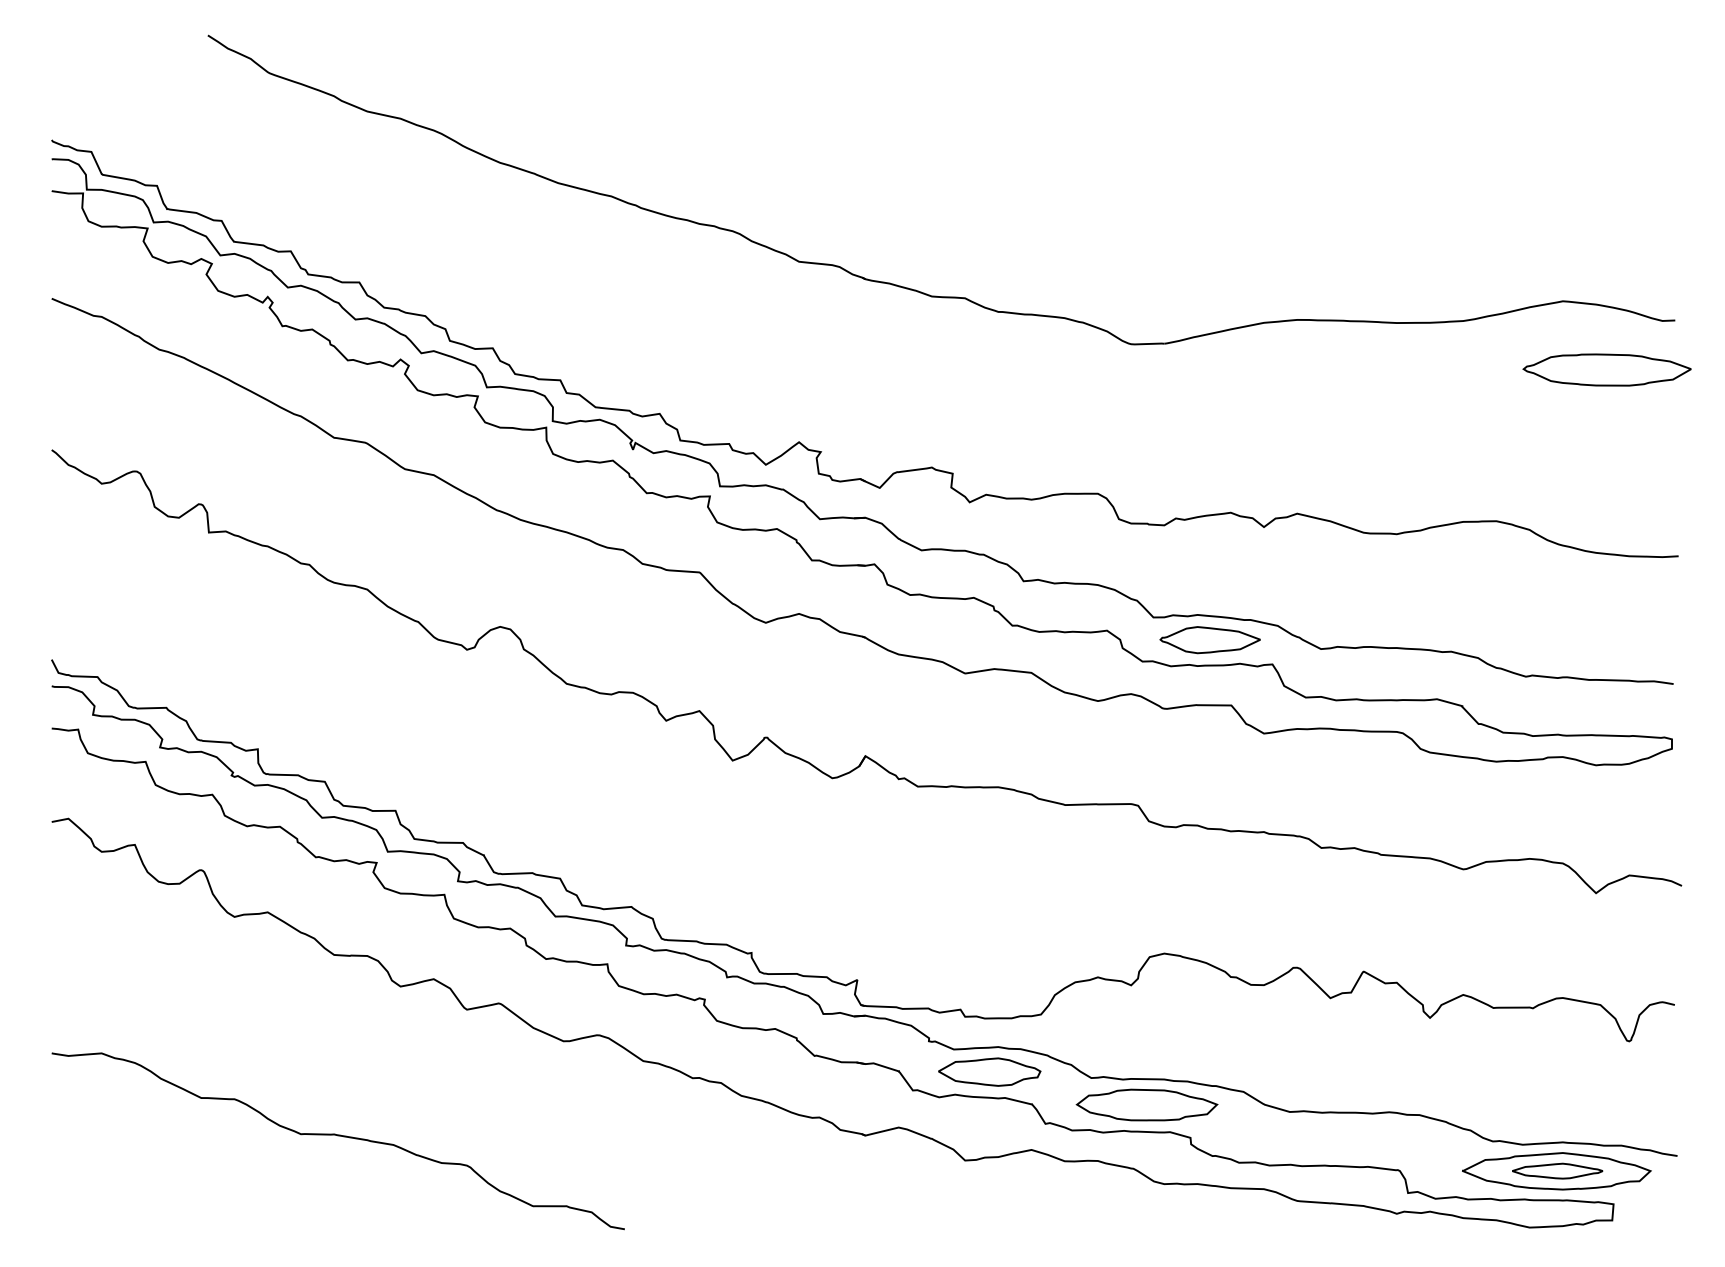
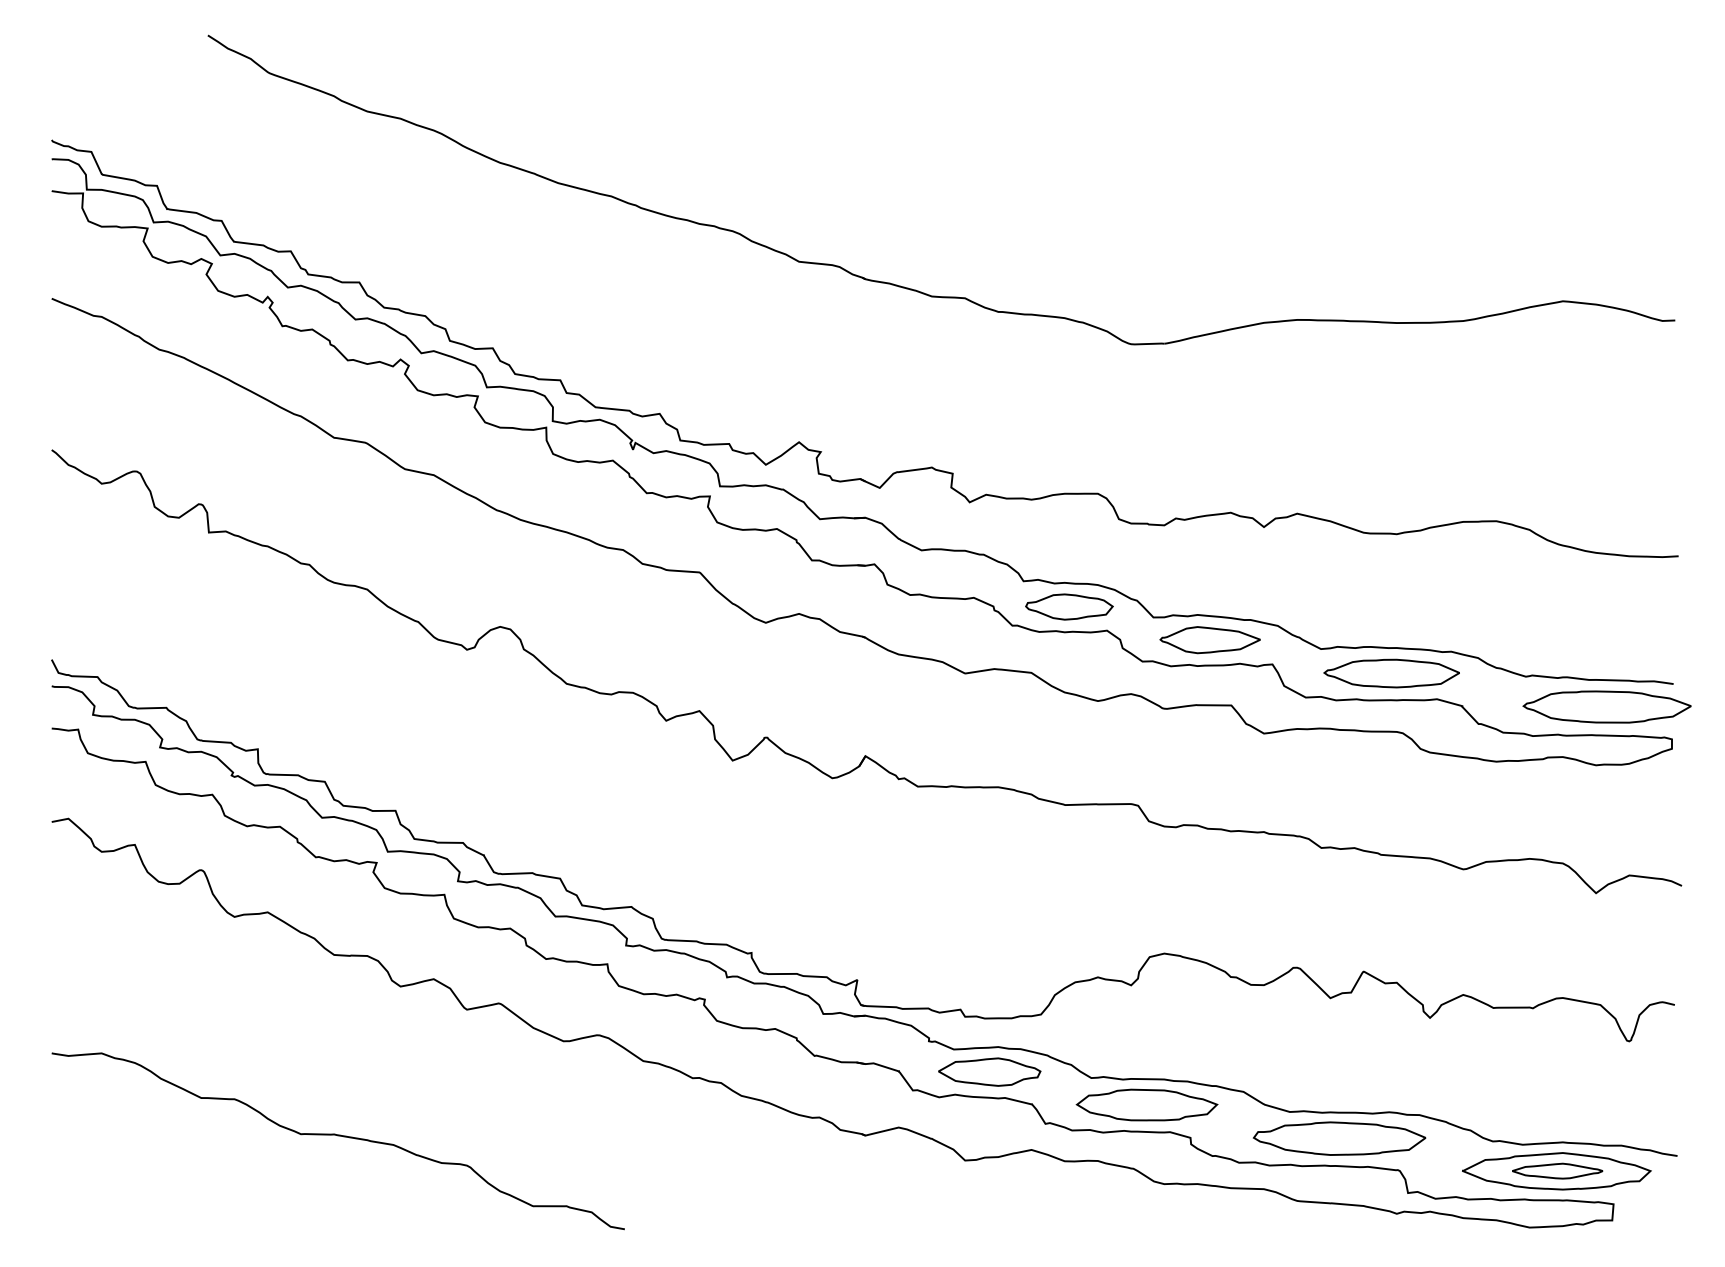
part at (1606, 369) position: (1606, 369) -> (1606, 706)
part at (1069, 606): none -> present
part at (1391, 673): none -> present
part at (1339, 1138): none -> present
